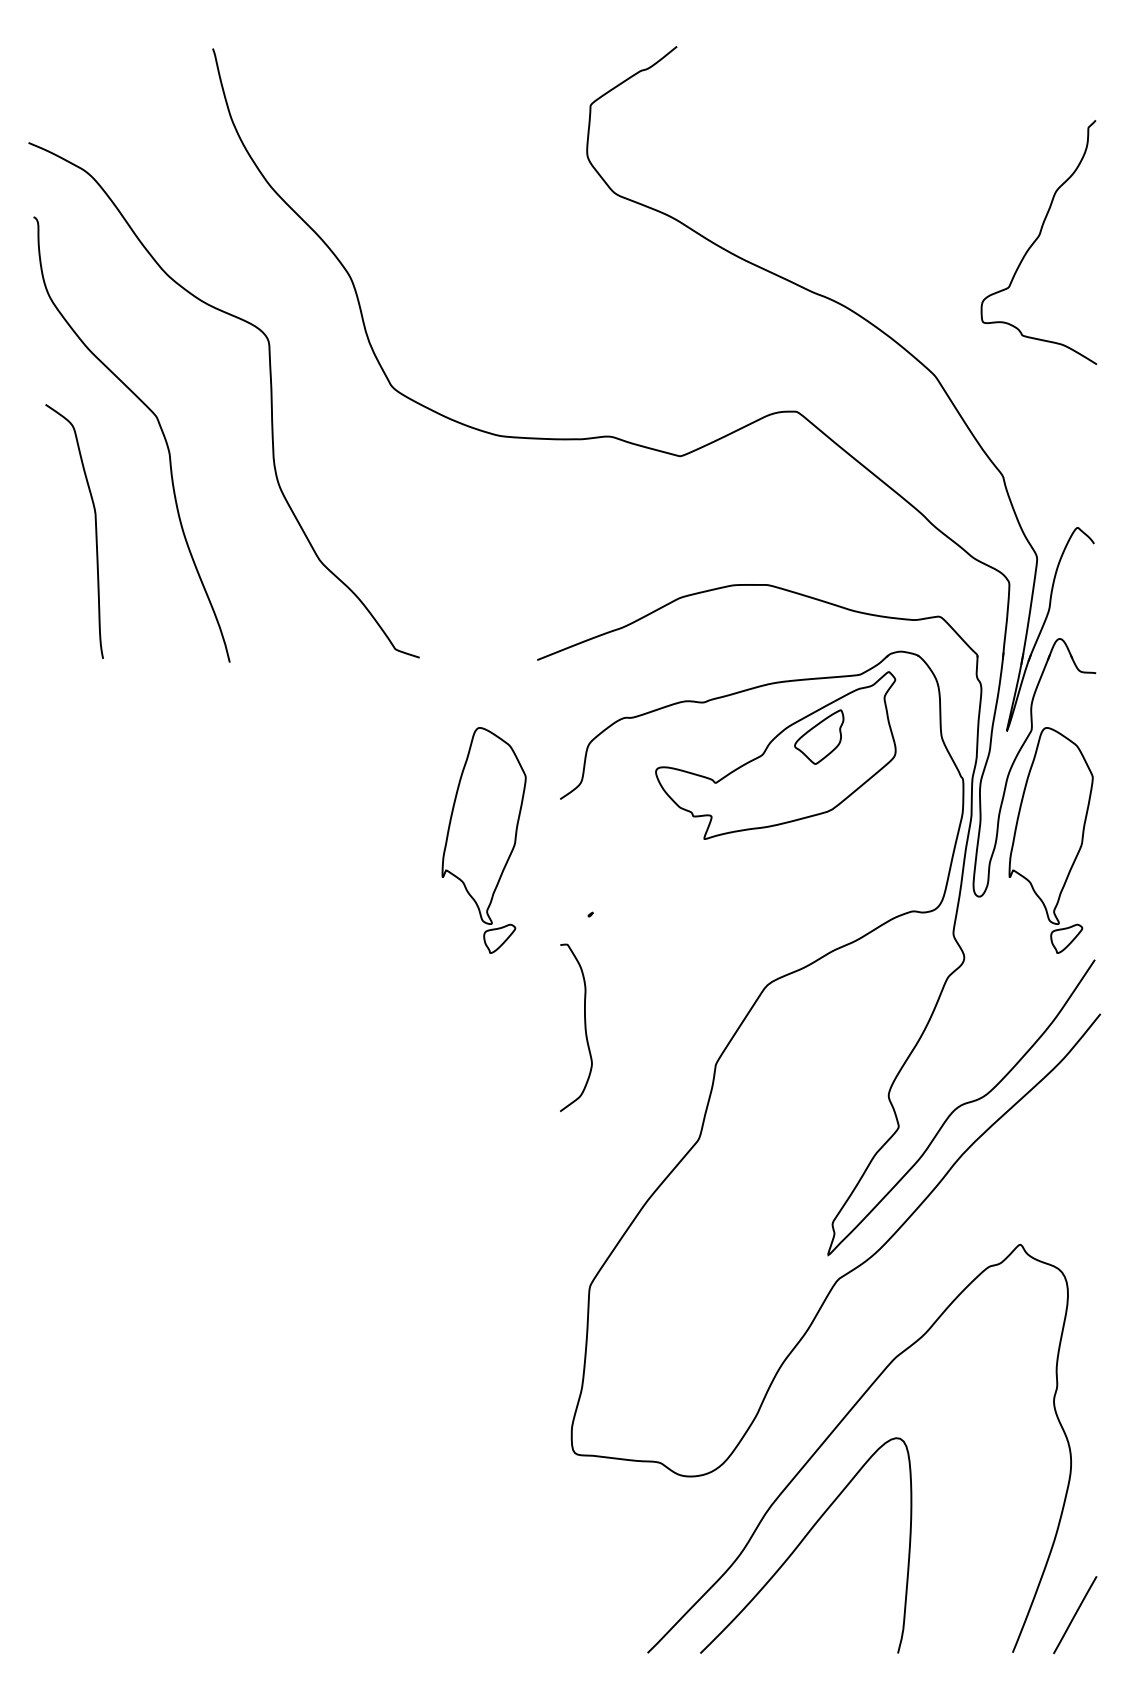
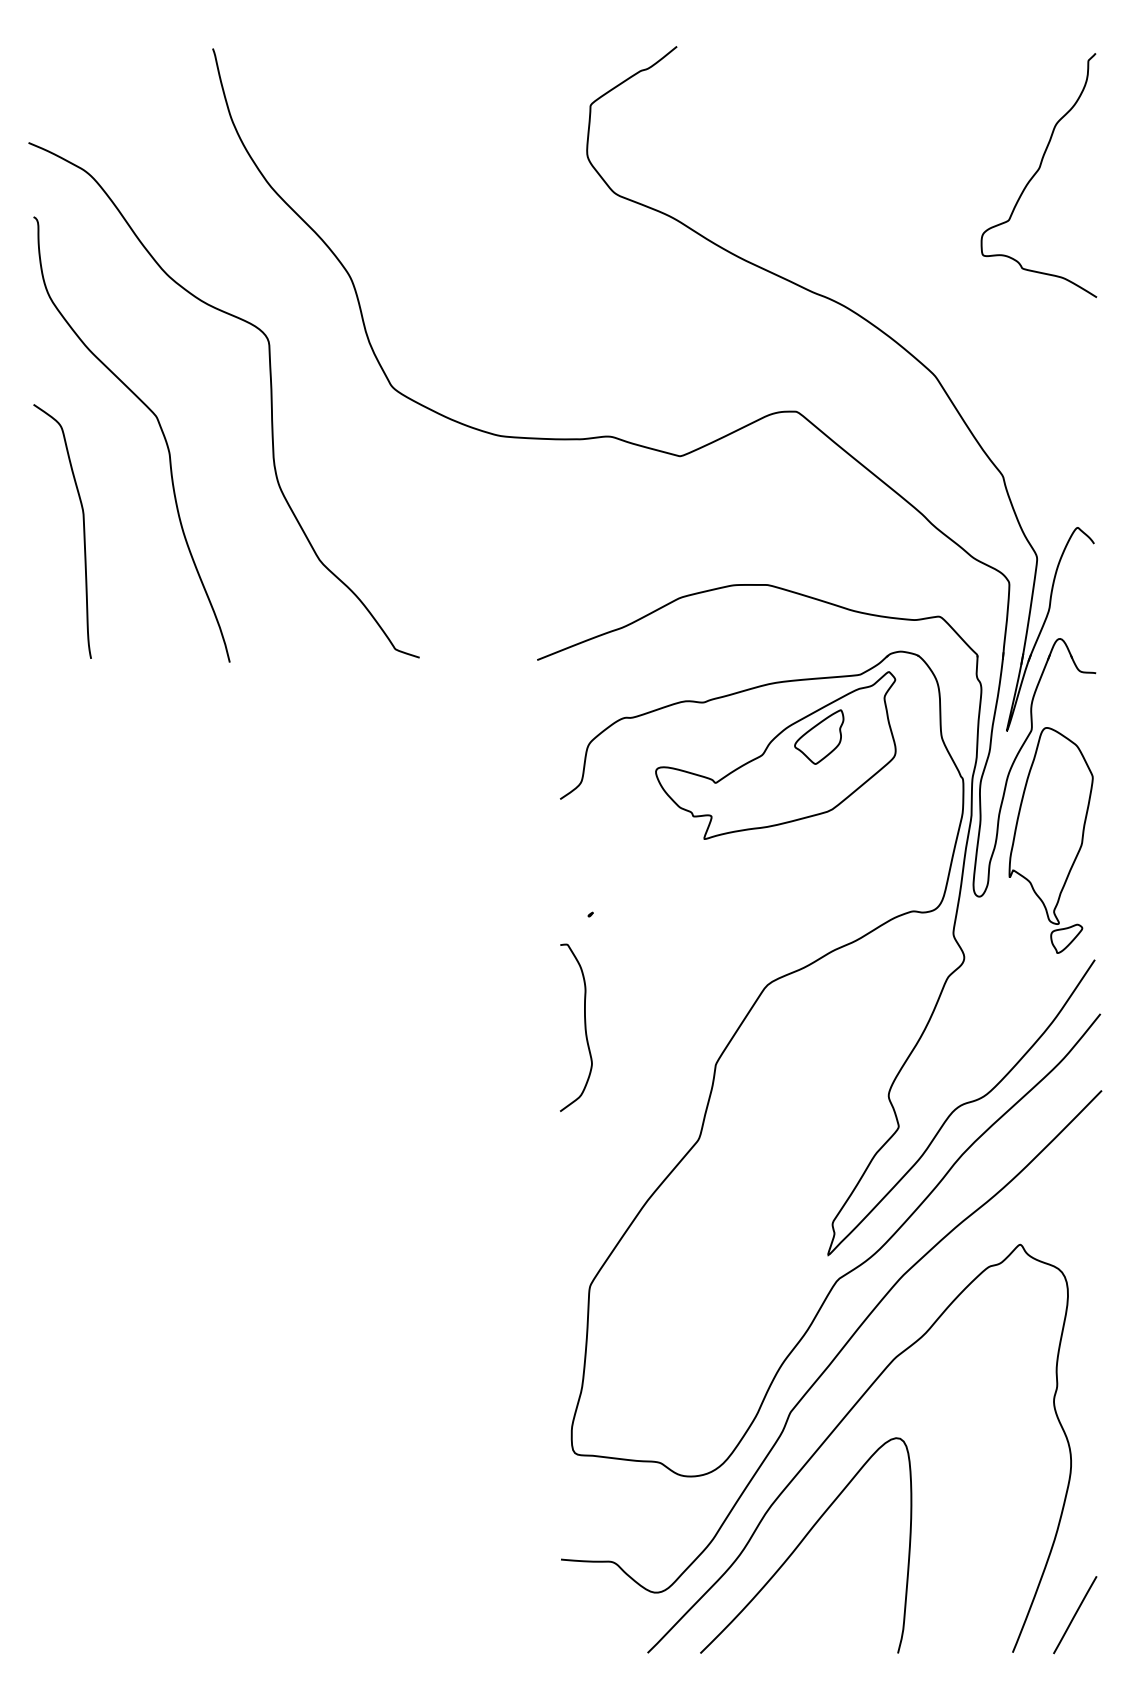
curve at (1036, 240) position: (1036, 240) -> (1036, 173)
curve at (95, 531) position: (95, 531) -> (83, 531)
part at (483, 840): present -> none
curve at (840, 1349): none -> present
